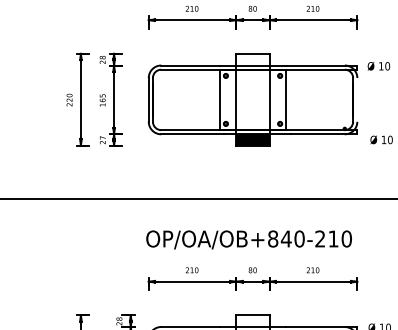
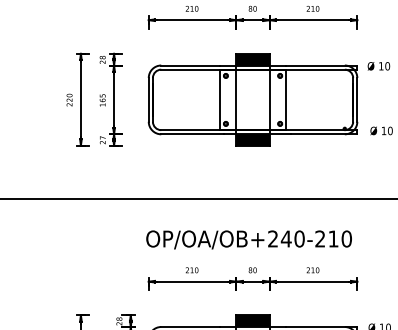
fill at (252, 59): none -> present
line at (357, 99): none -> present
text at (381, 139) position: (381, 139) -> (381, 130)
text at (273, 238): OP/OA/OB+840-210 -> OP/OA/OB+240-210
fill at (252, 320): none -> present
